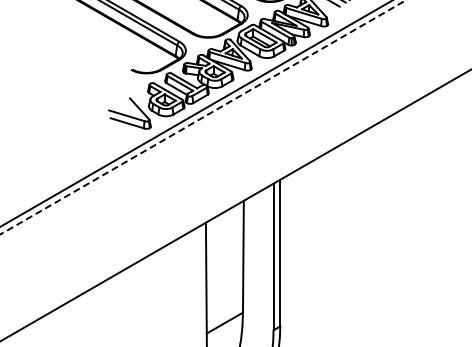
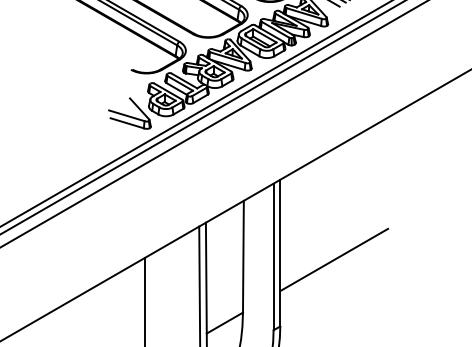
line at (202, 117): dashed -> solid
line at (213, 124): none -> present
line at (334, 259): none -> present
line at (199, 284): none -> present
line at (145, 300): none -> present
